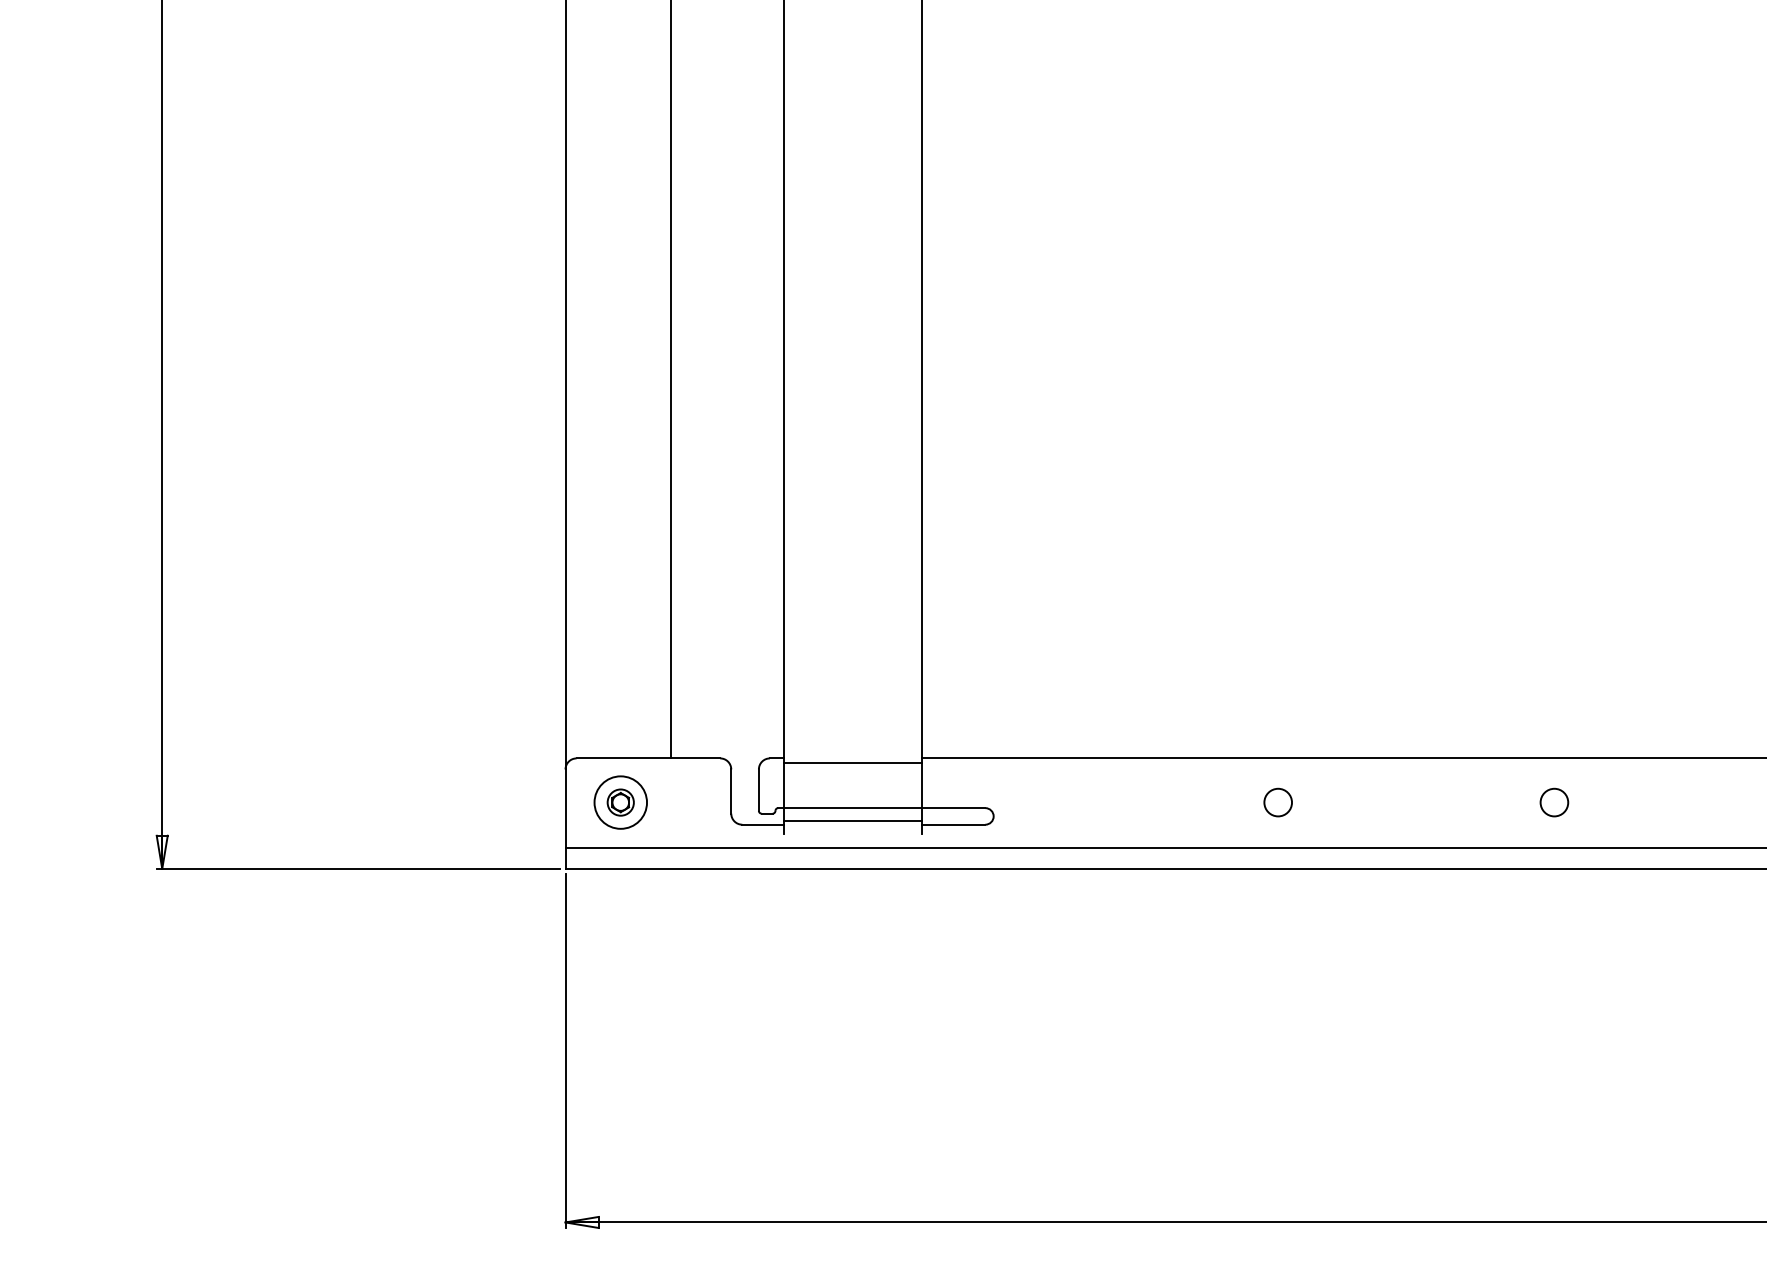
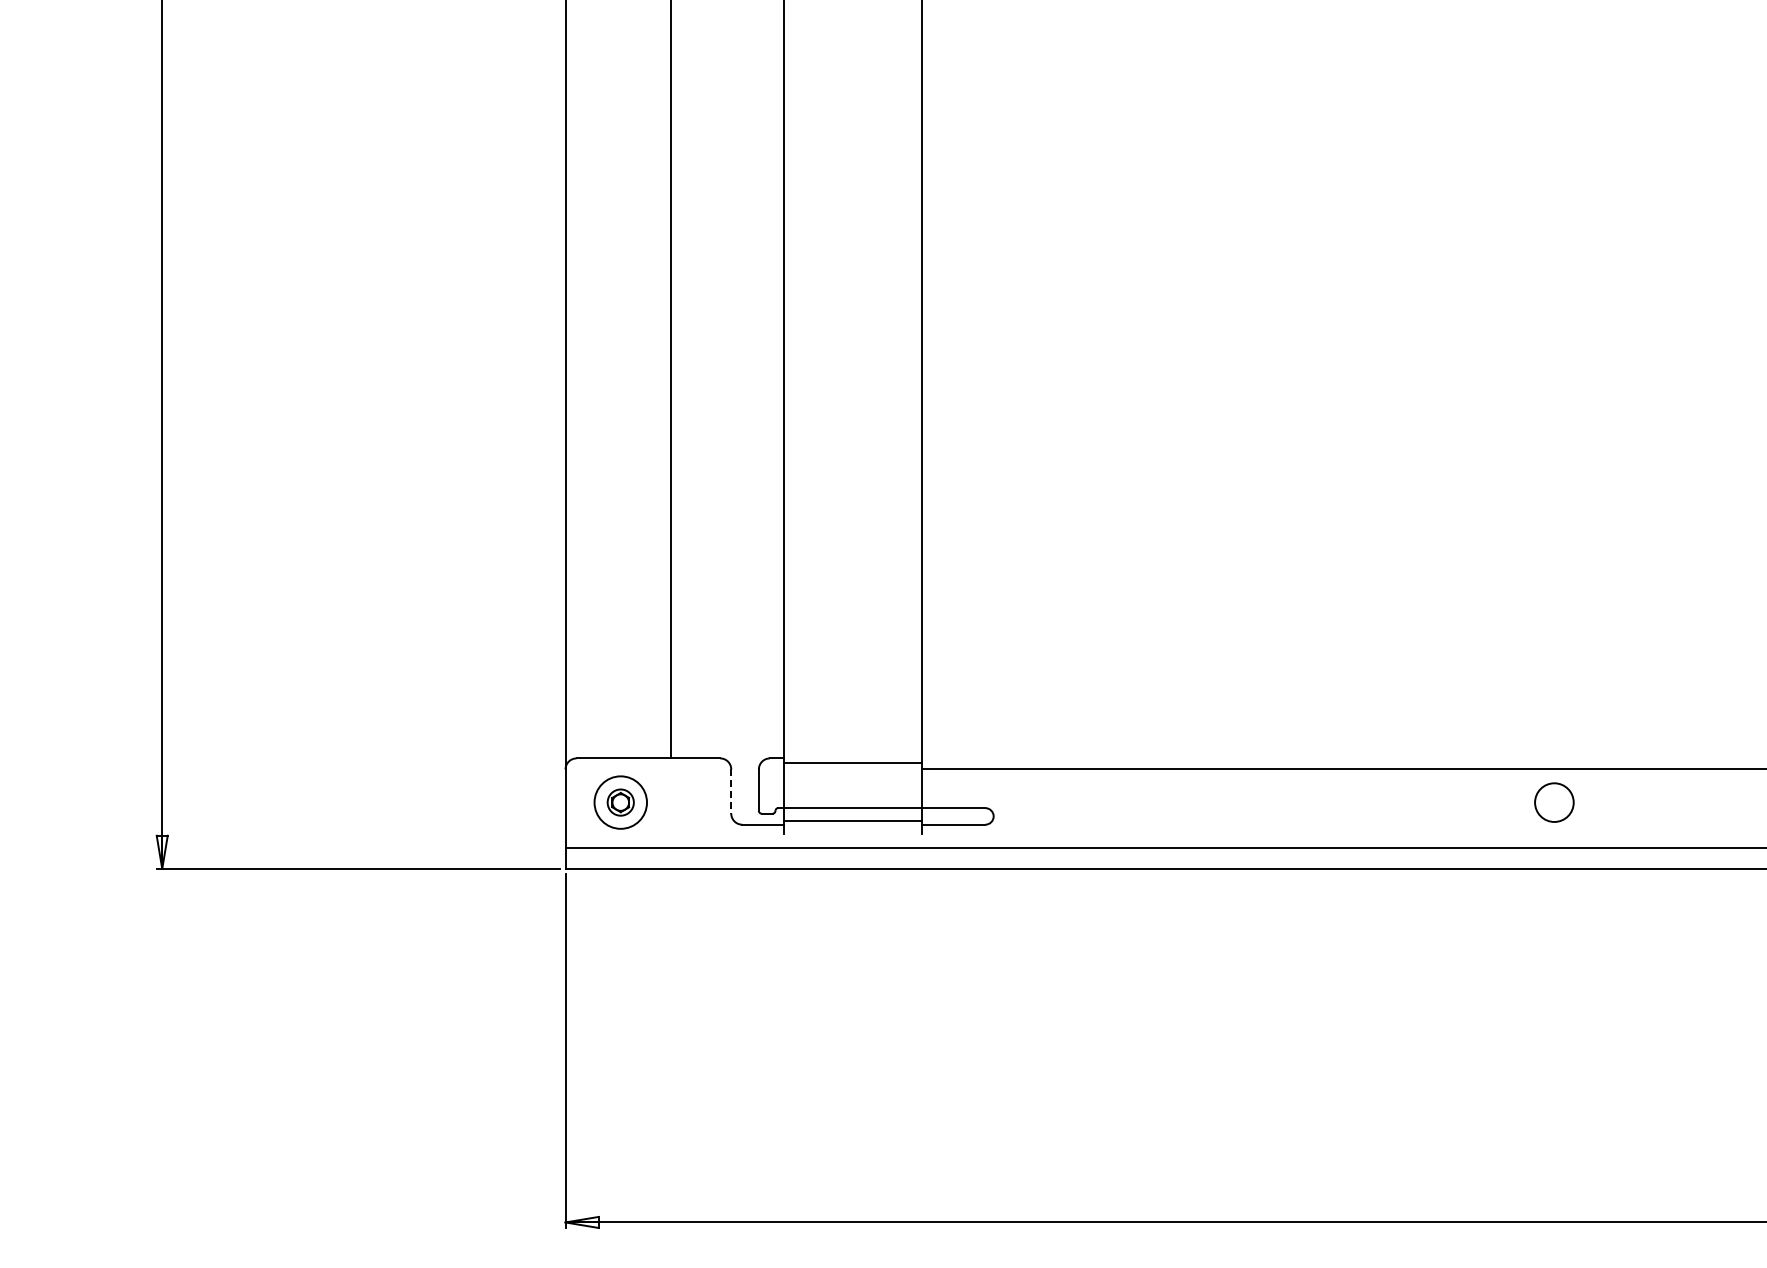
line at (1342, 758) position: (1342, 758) -> (1342, 769)
line at (731, 792): solid -> dashed
circle at (1277, 802): present -> none
circle at (1554, 802) size: 31x31 px -> 41x41 px
